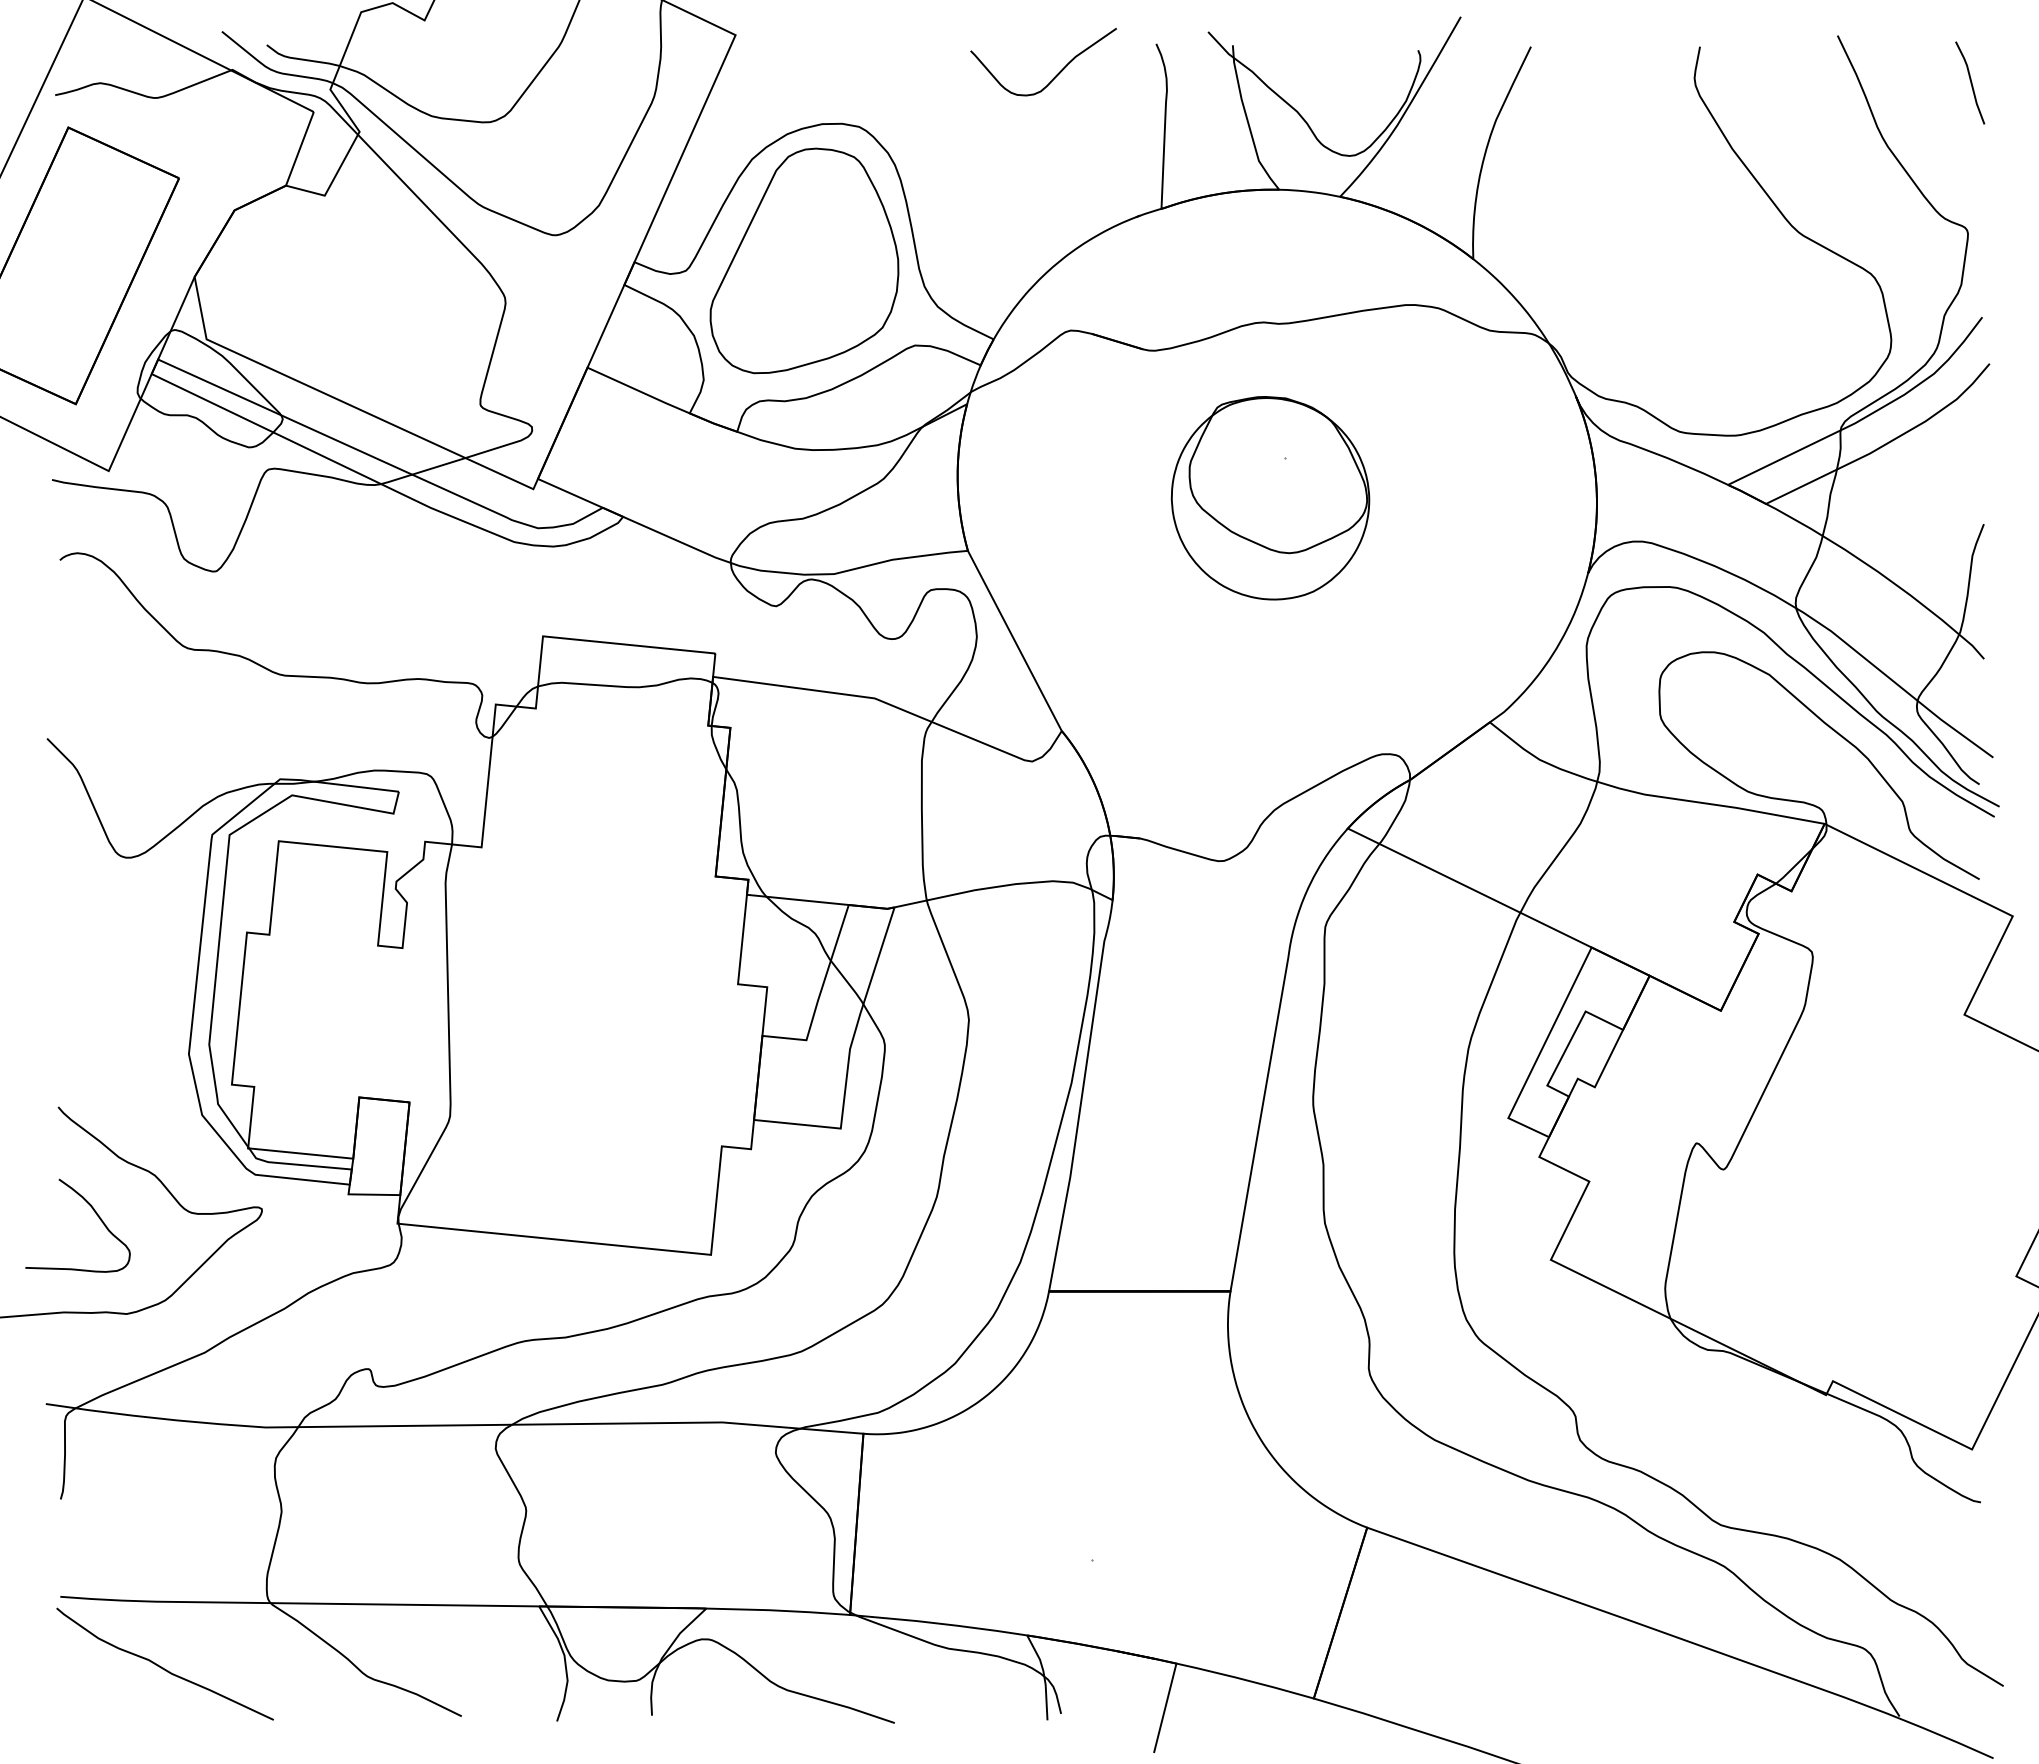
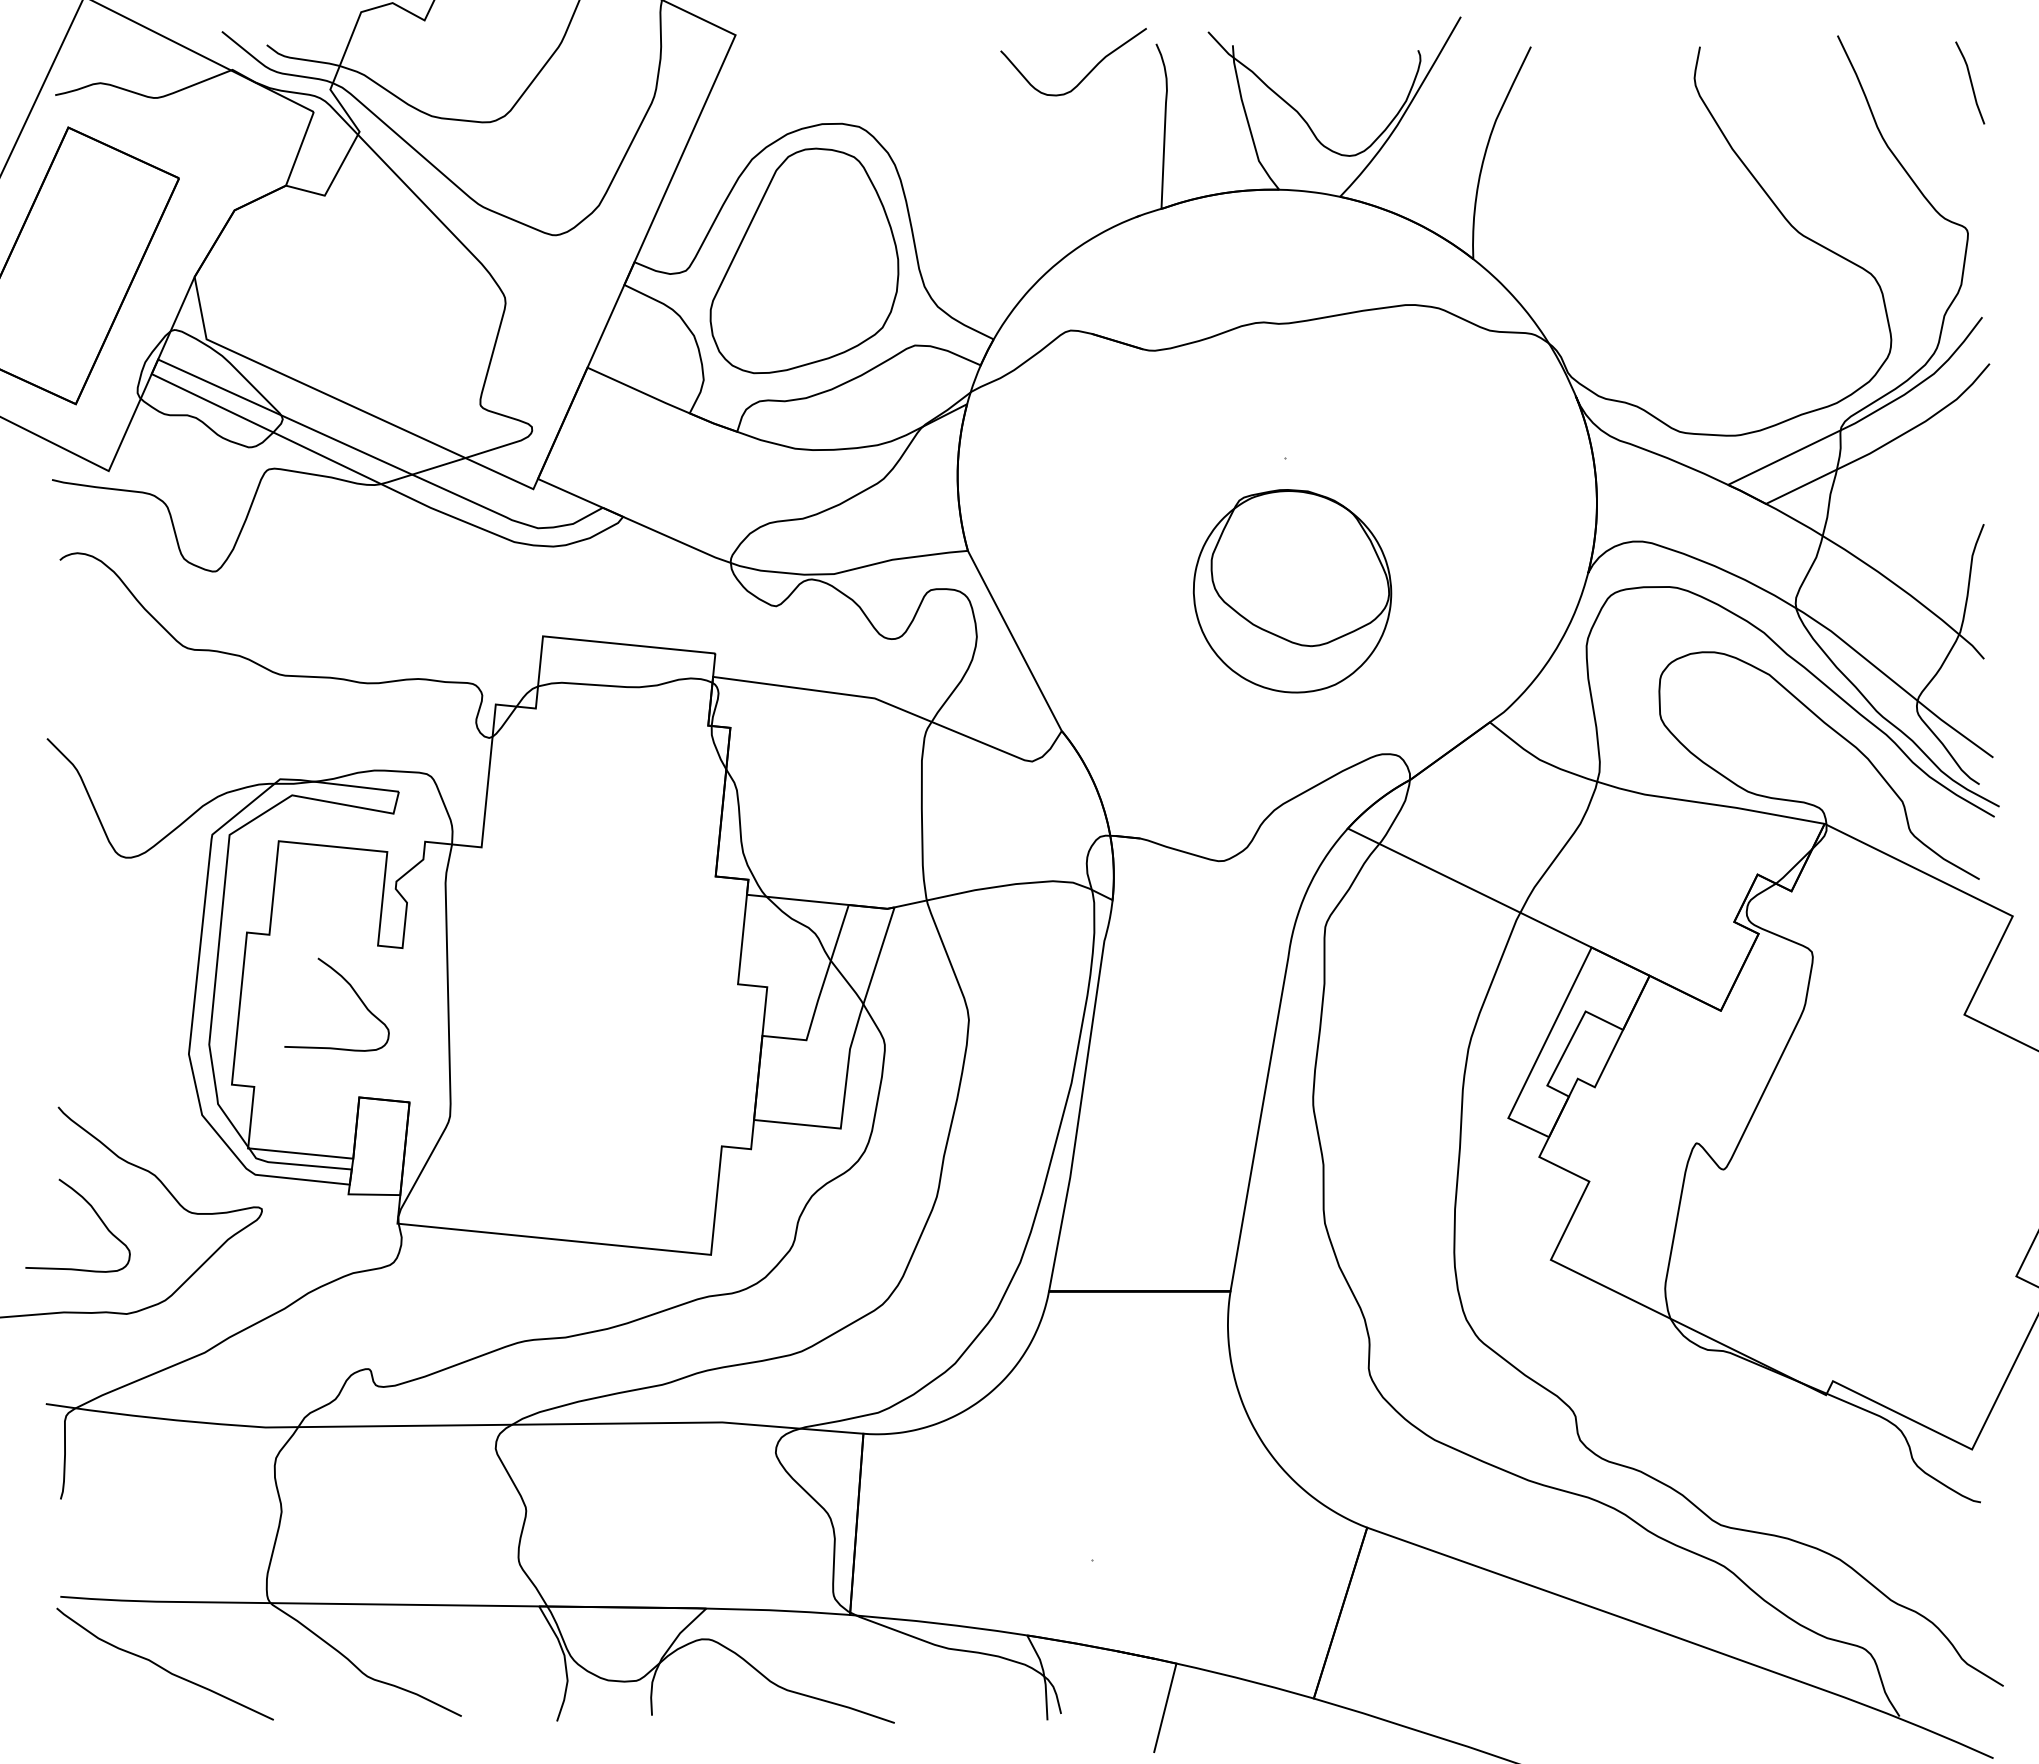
curve at (1056, 74) position: (1056, 74) -> (1086, 74)
part at (1270, 498) position: (1270, 498) -> (1292, 591)
curve at (353, 991): none -> present
